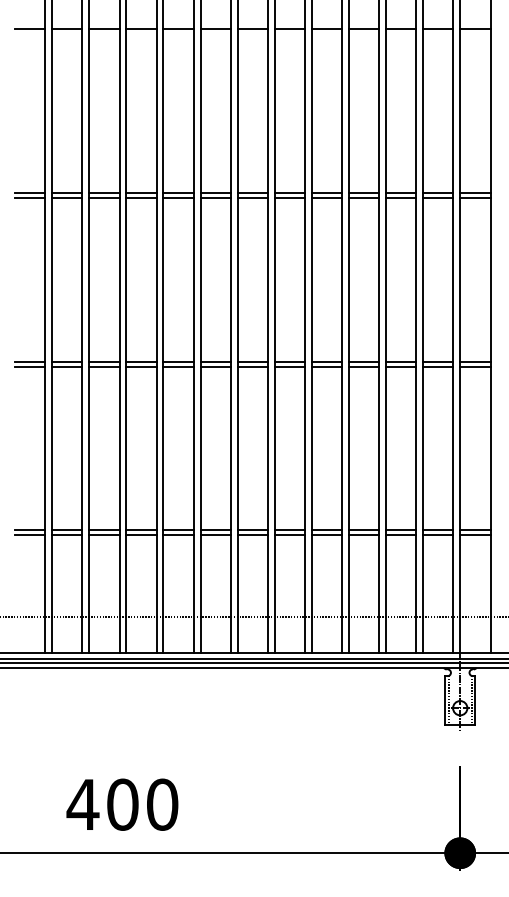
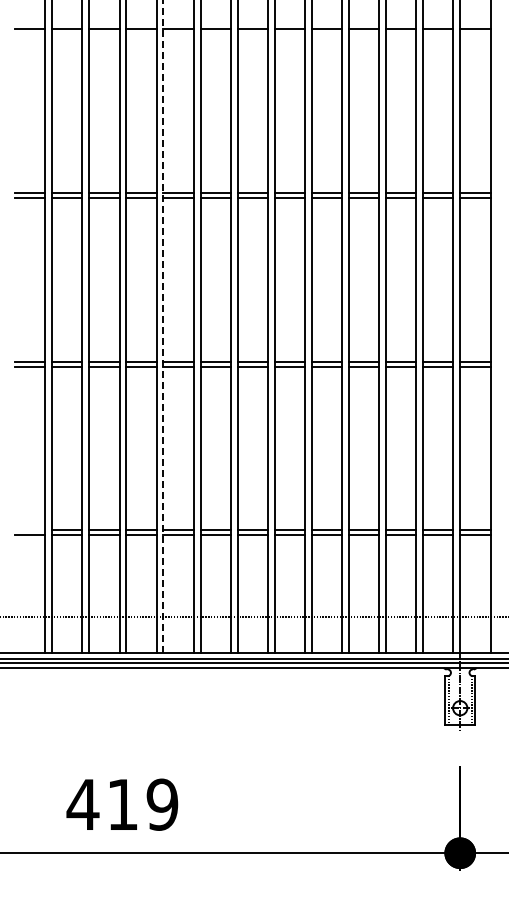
line at (163, 326): solid -> dashed
line at (30, 530): present -> none
text at (142, 804): 400 -> 419
